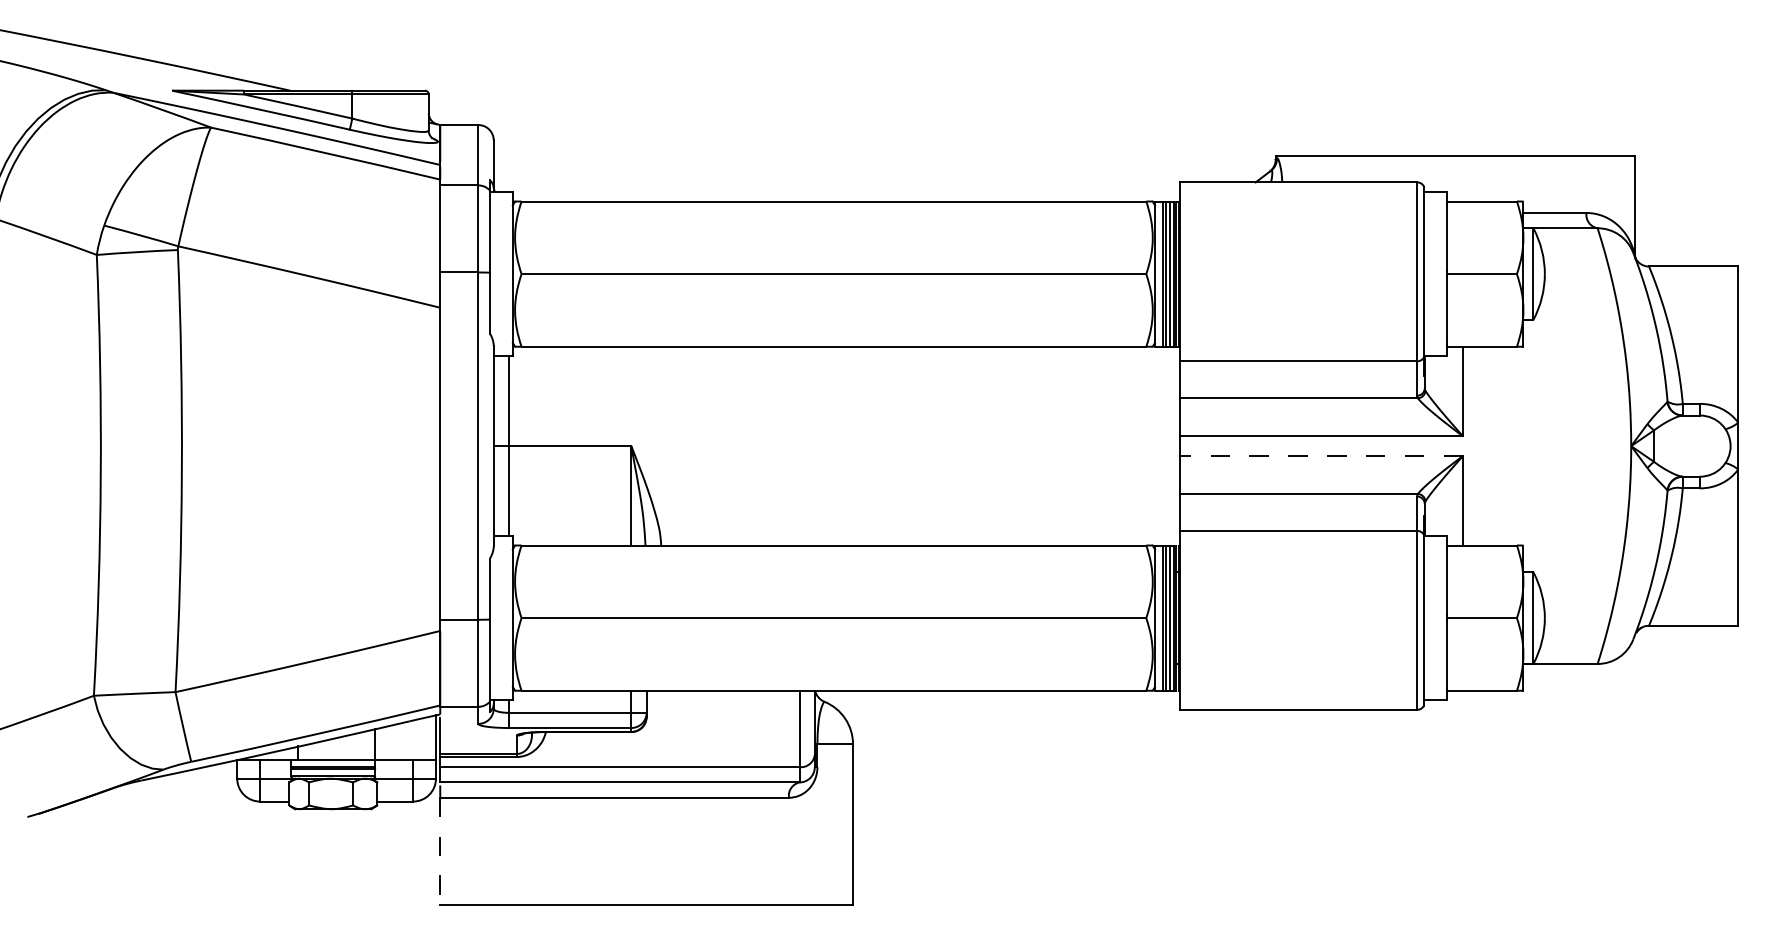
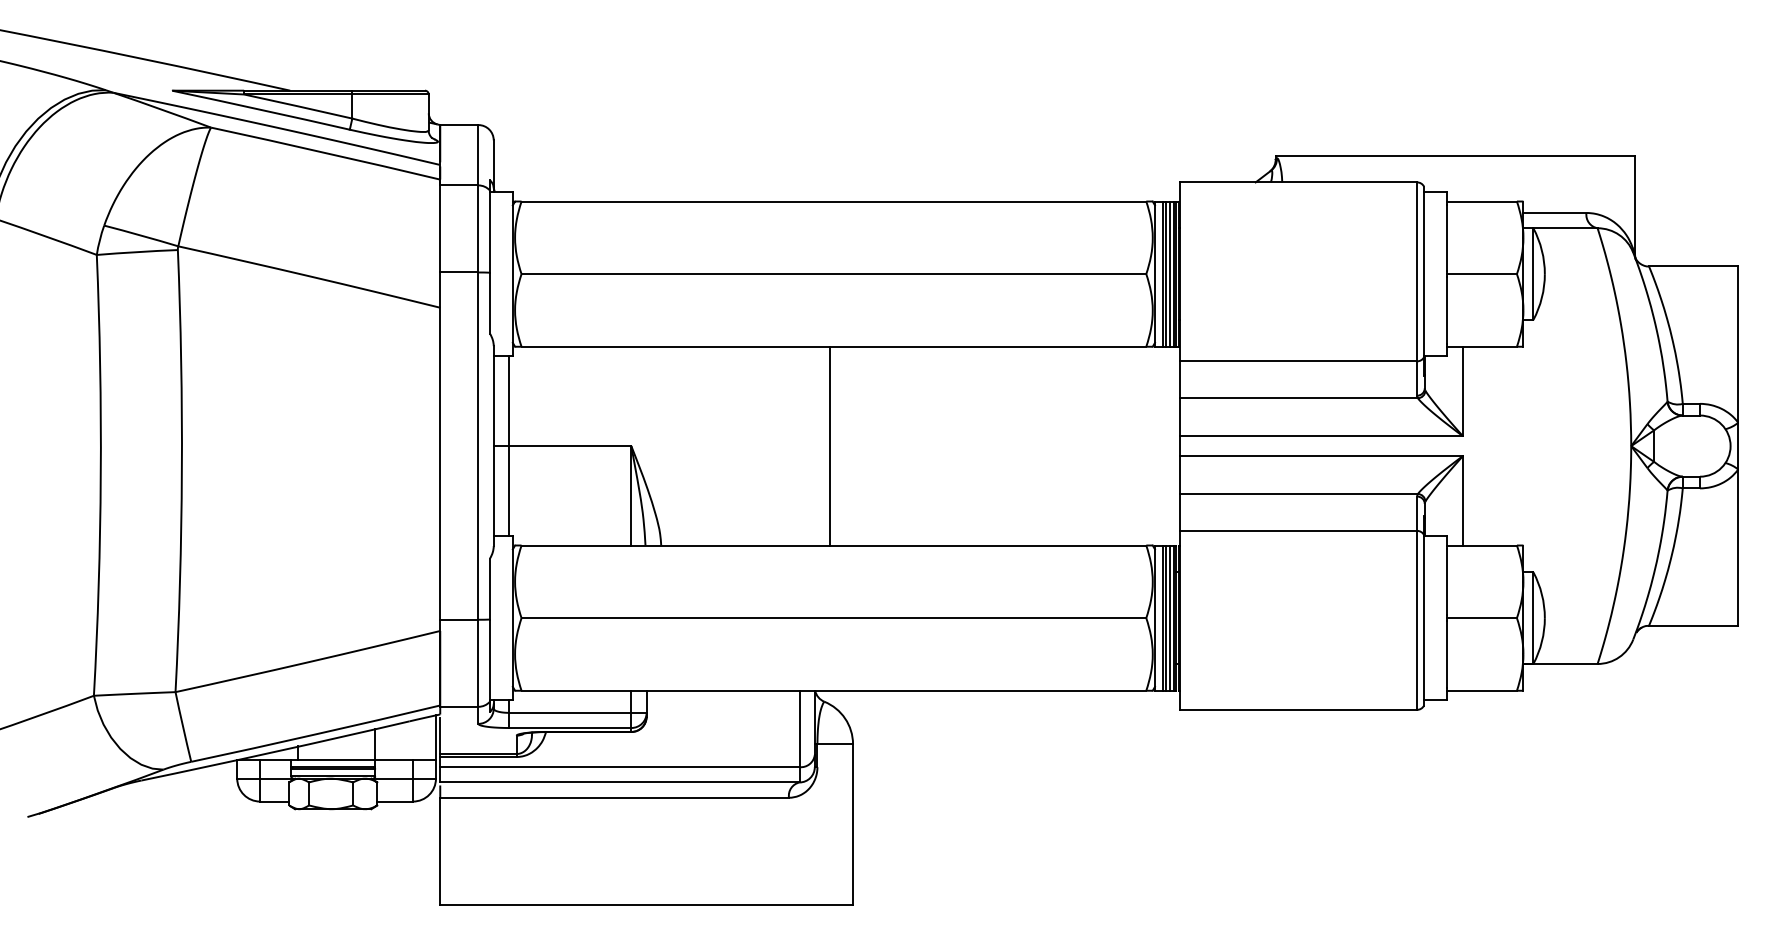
line at (830, 445): none -> present
line at (1321, 455): dashed -> solid
line at (440, 851): dashed -> solid
